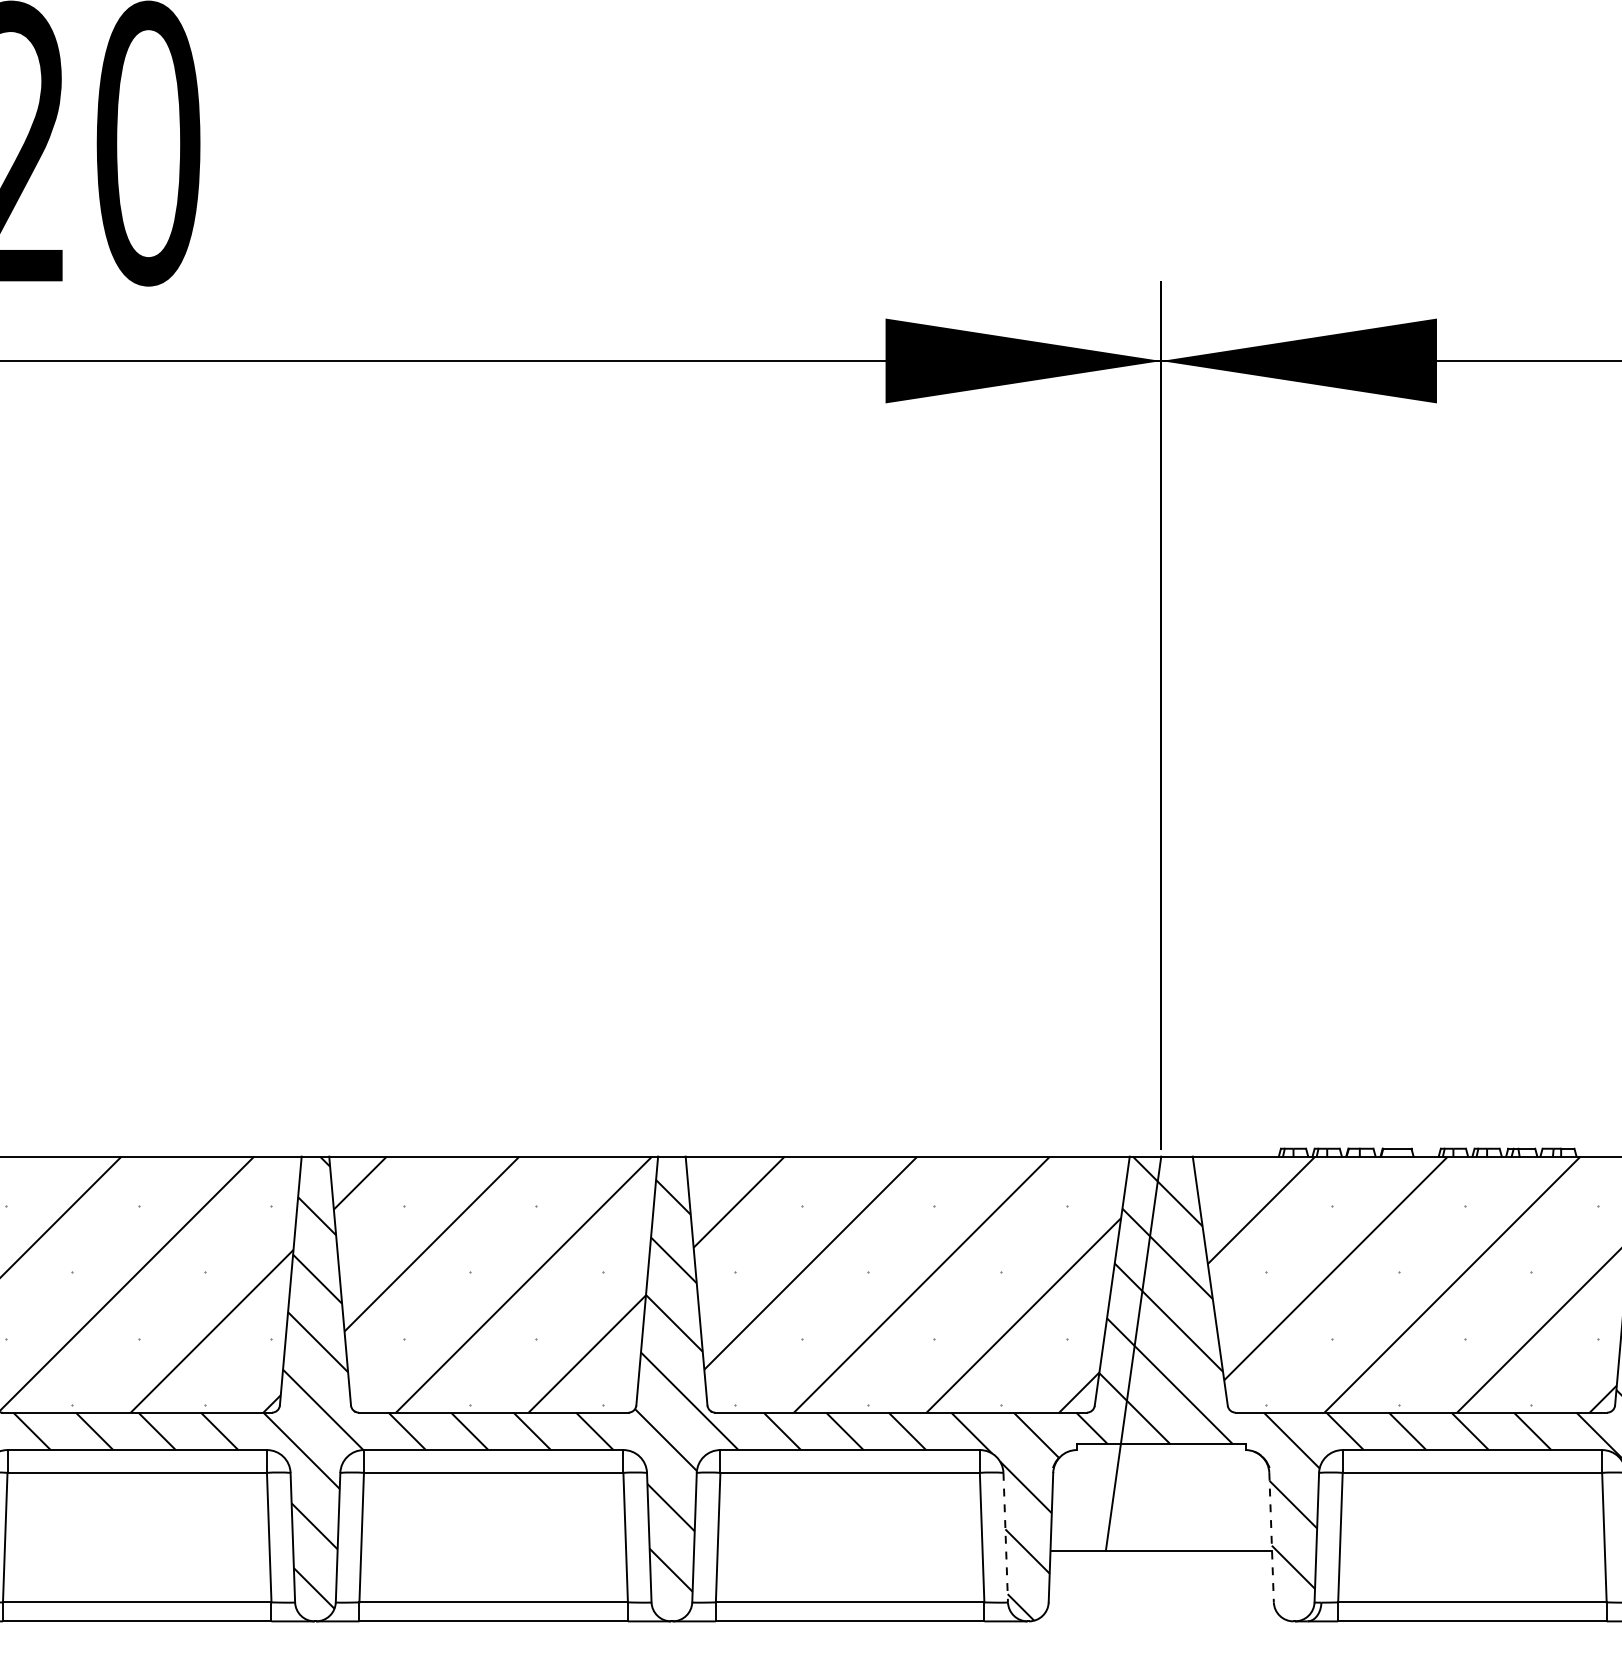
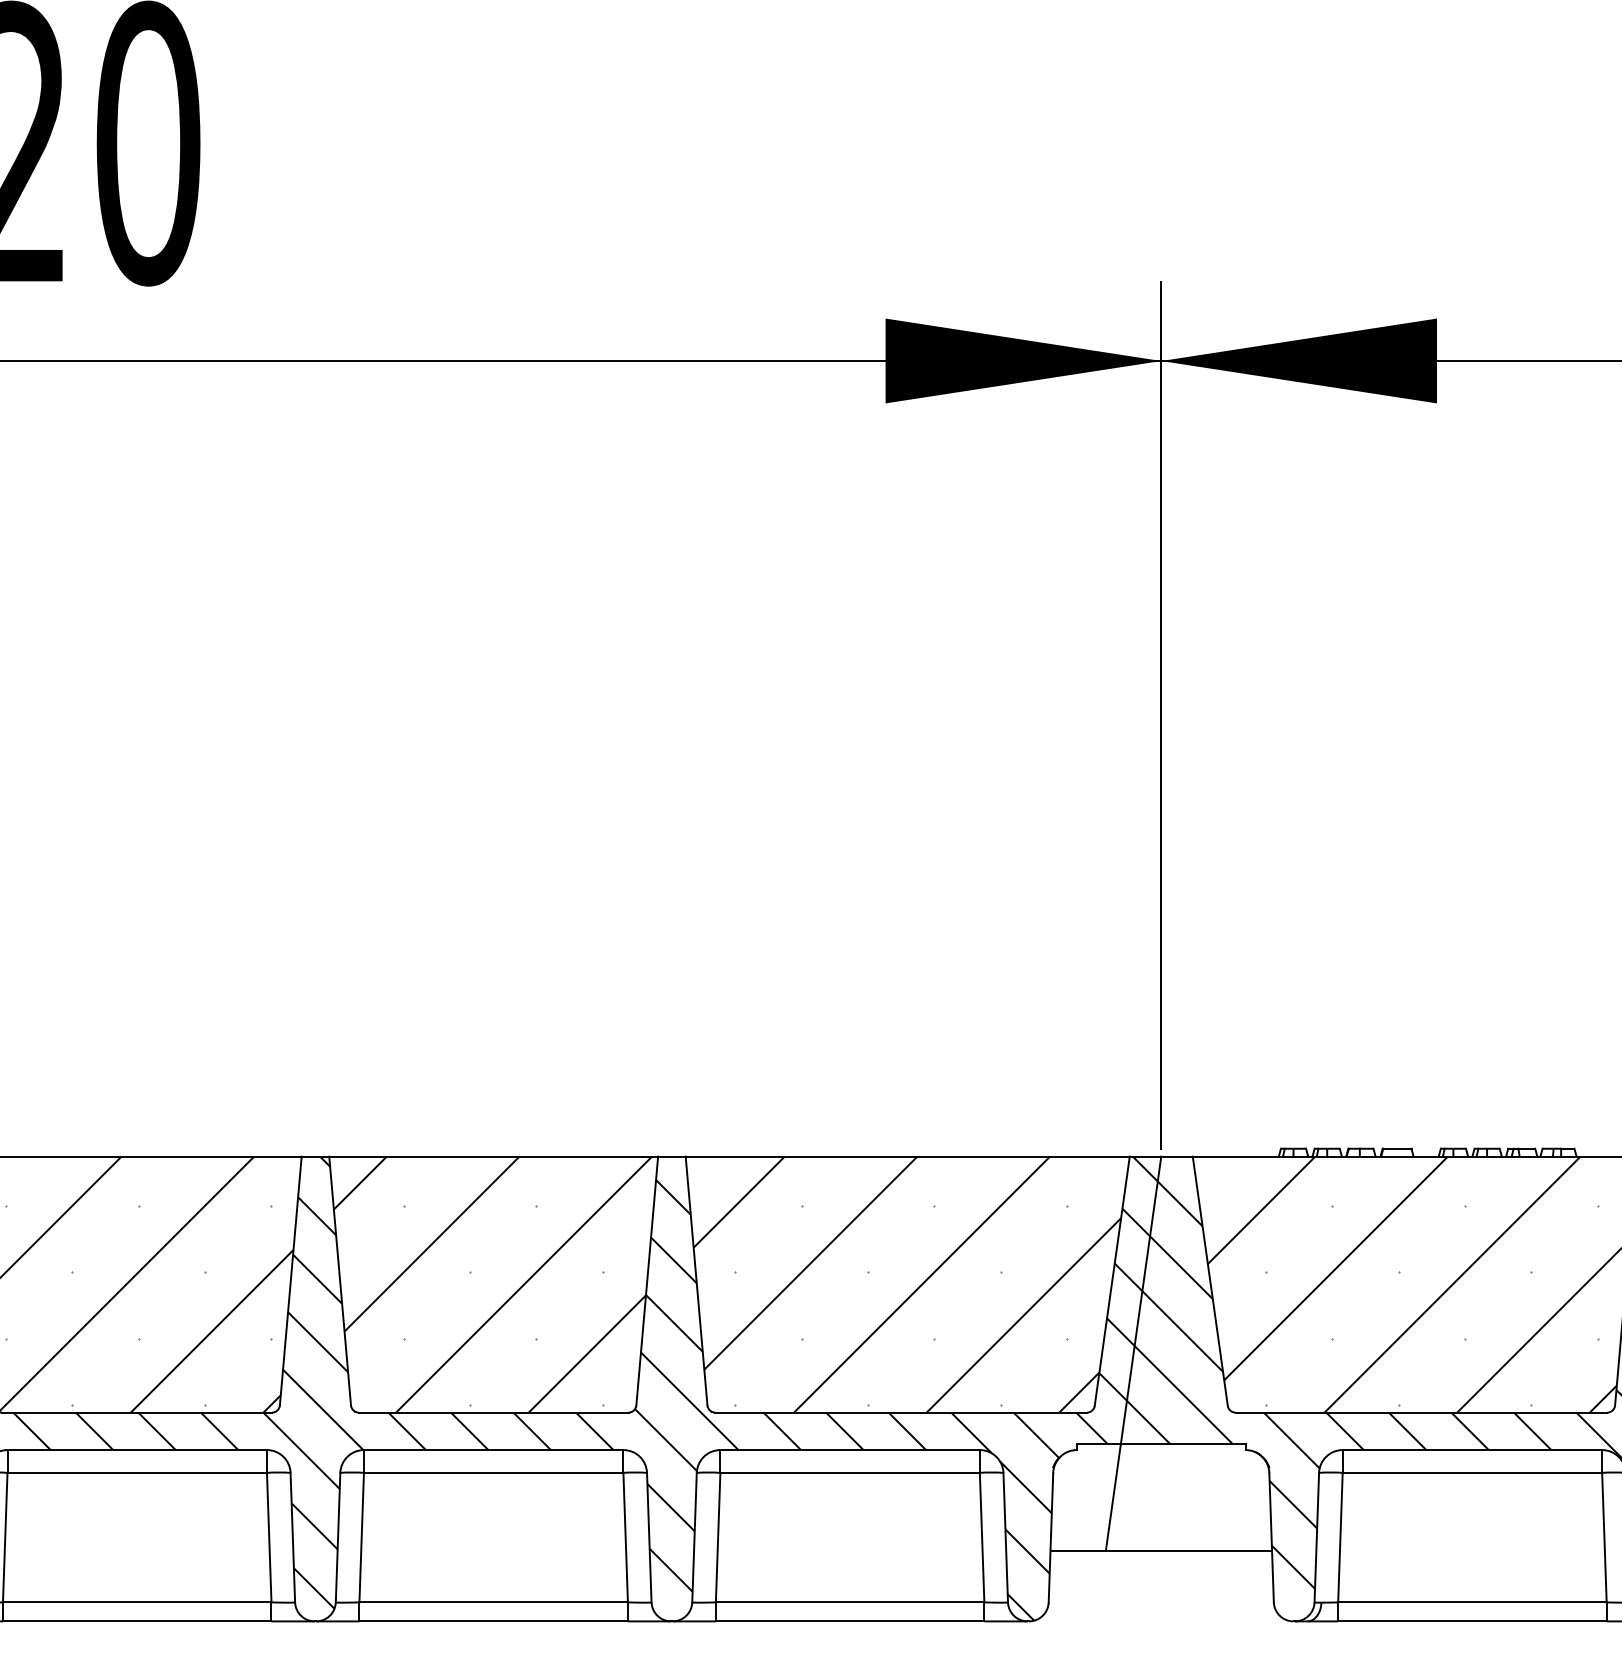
line at (1005, 1537): dashed -> solid
line at (1271, 1537): dashed -> solid
